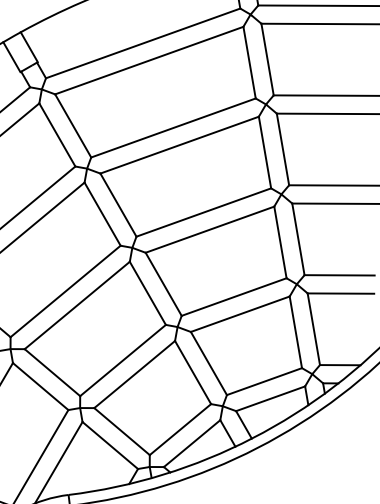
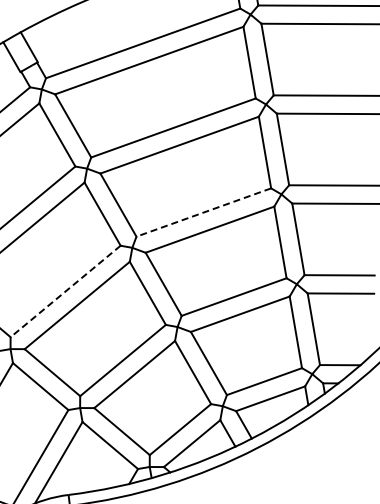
line at (203, 212): solid -> dashed
line at (65, 291): solid -> dashed
